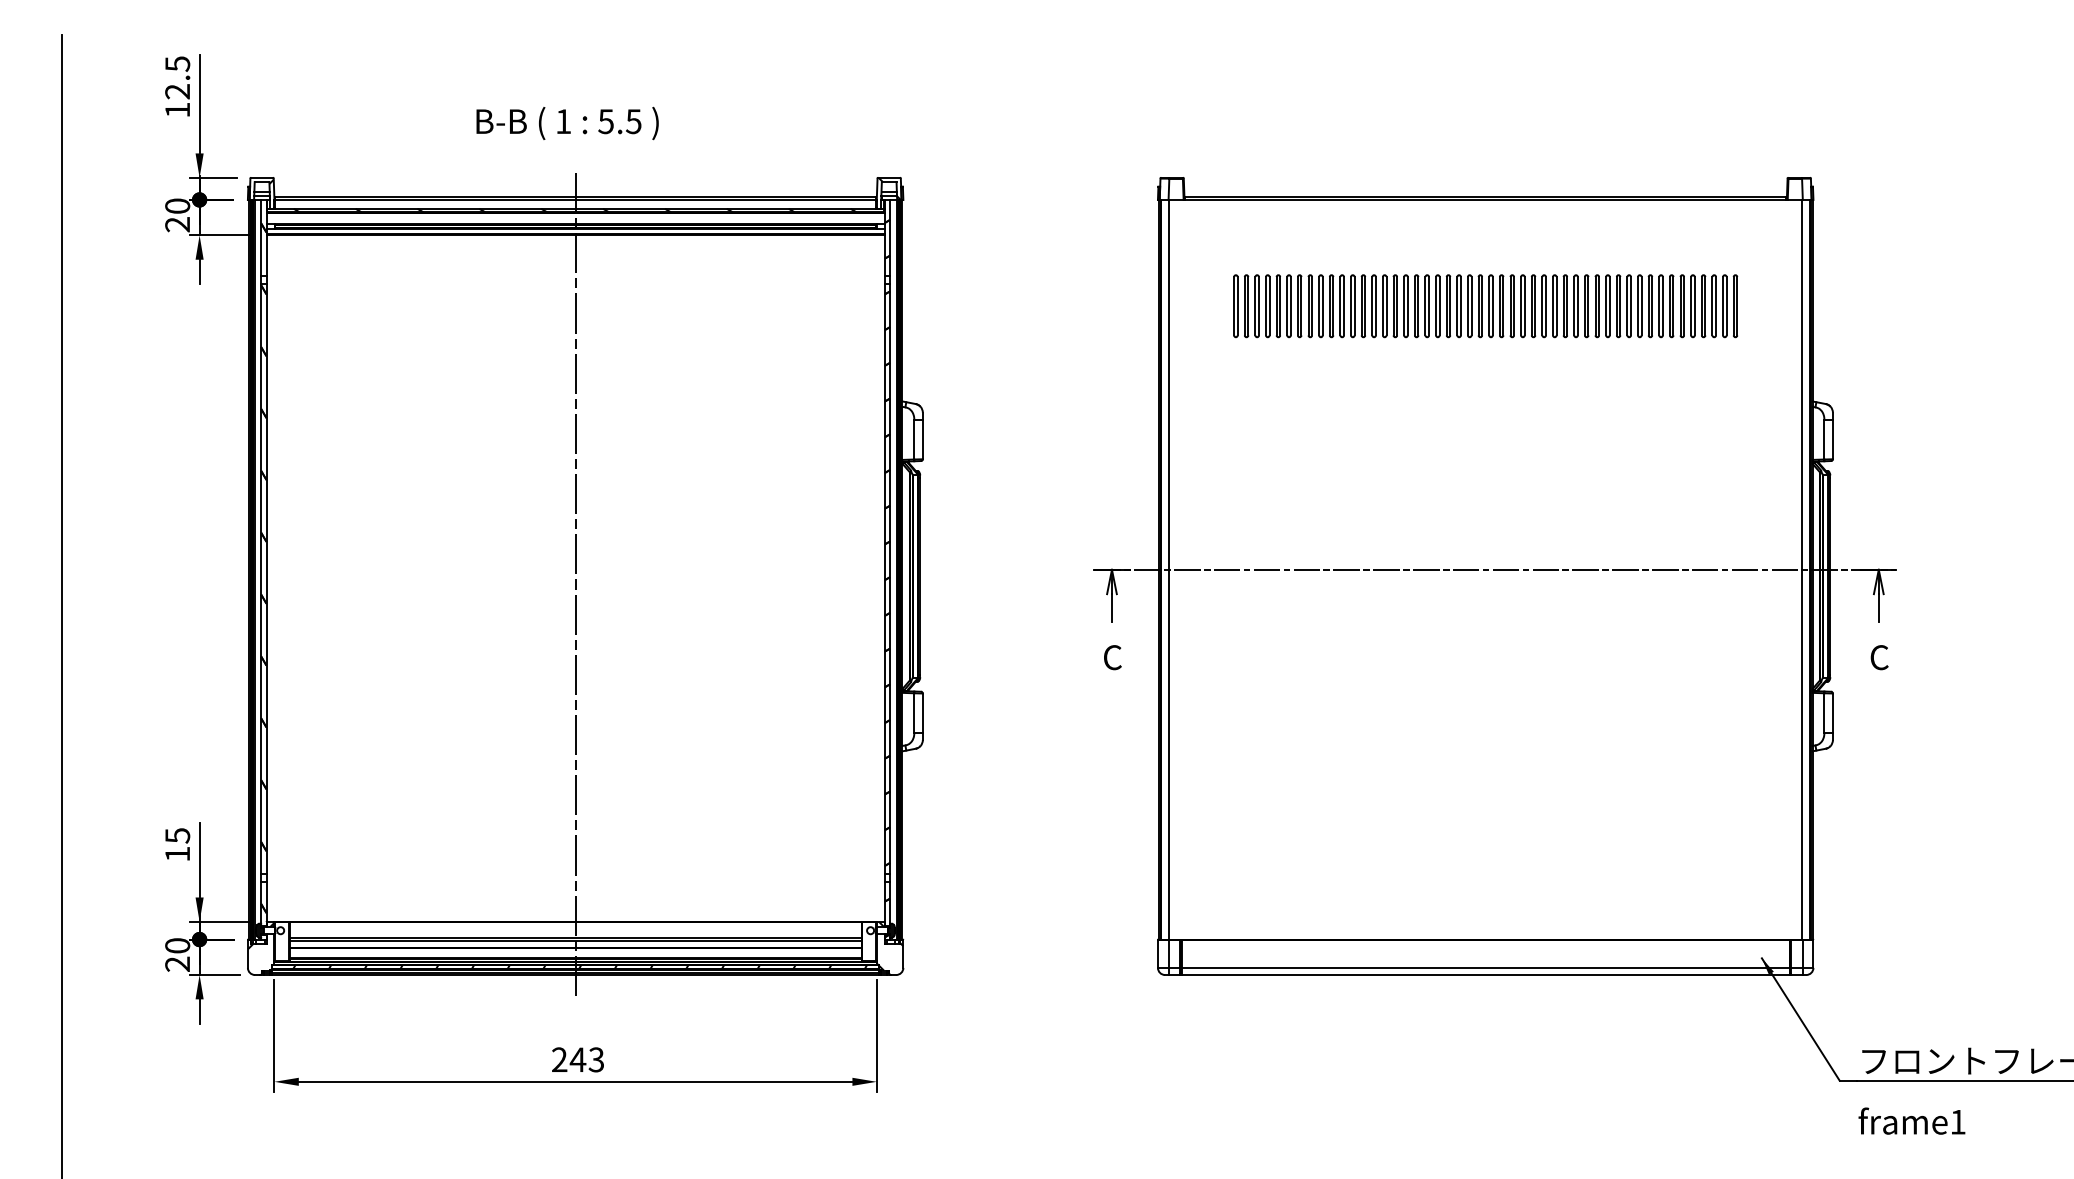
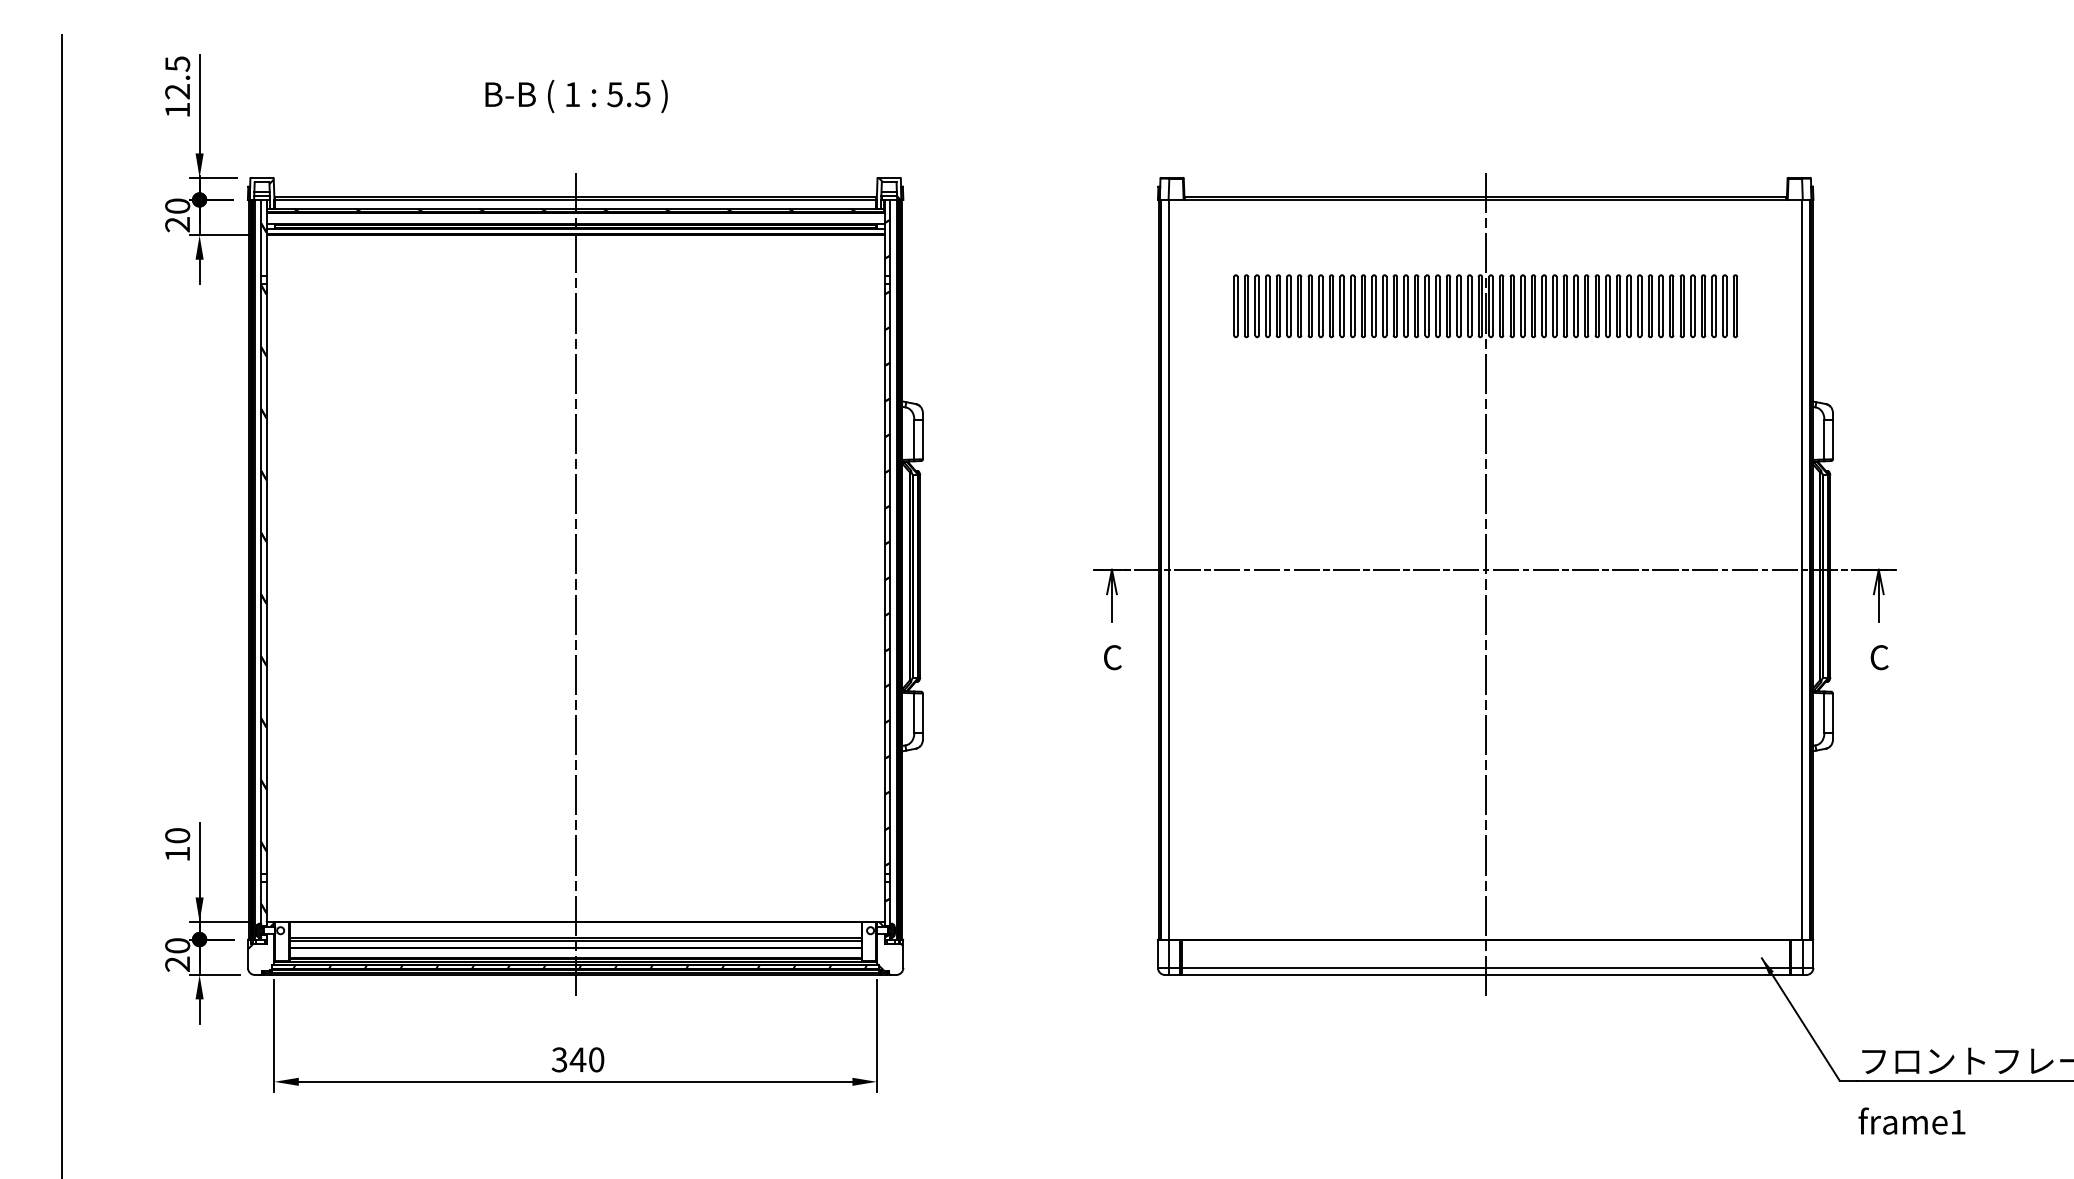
text at (567, 123) position: (567, 123) -> (576, 96)
line at (1485, 585): none -> present
text at (177, 835): 15 -> 10
text at (577, 1059): 243 -> 340
